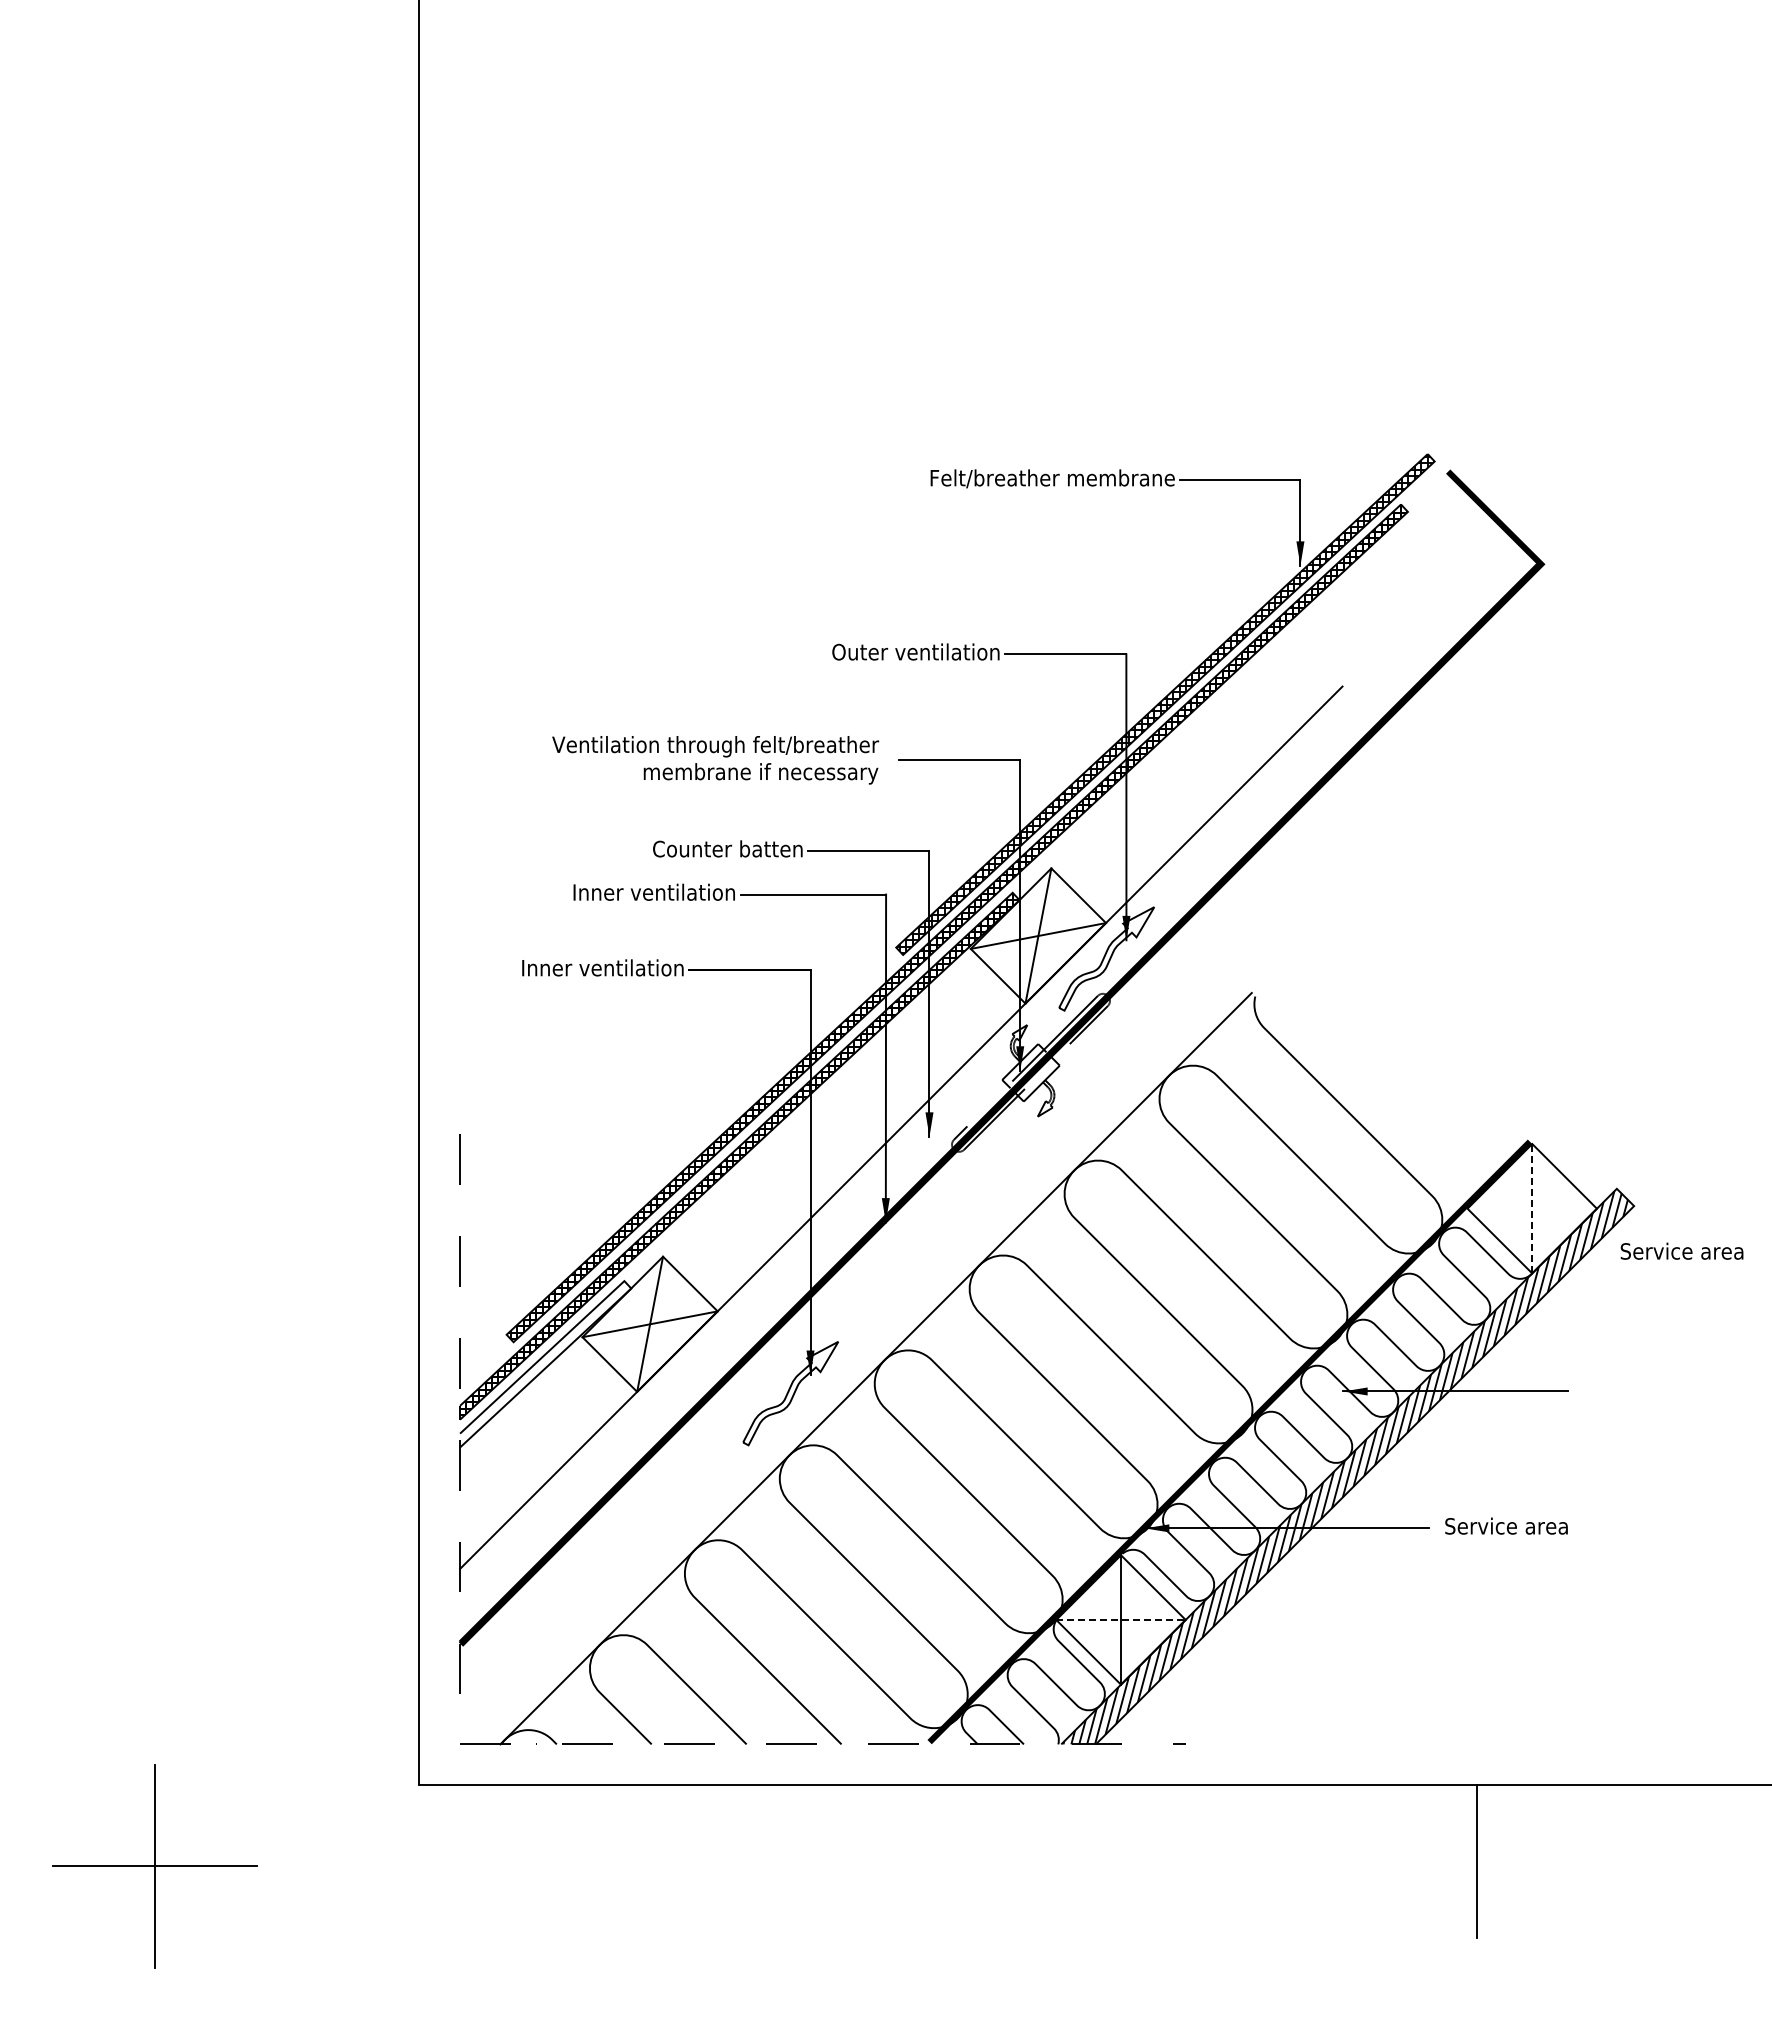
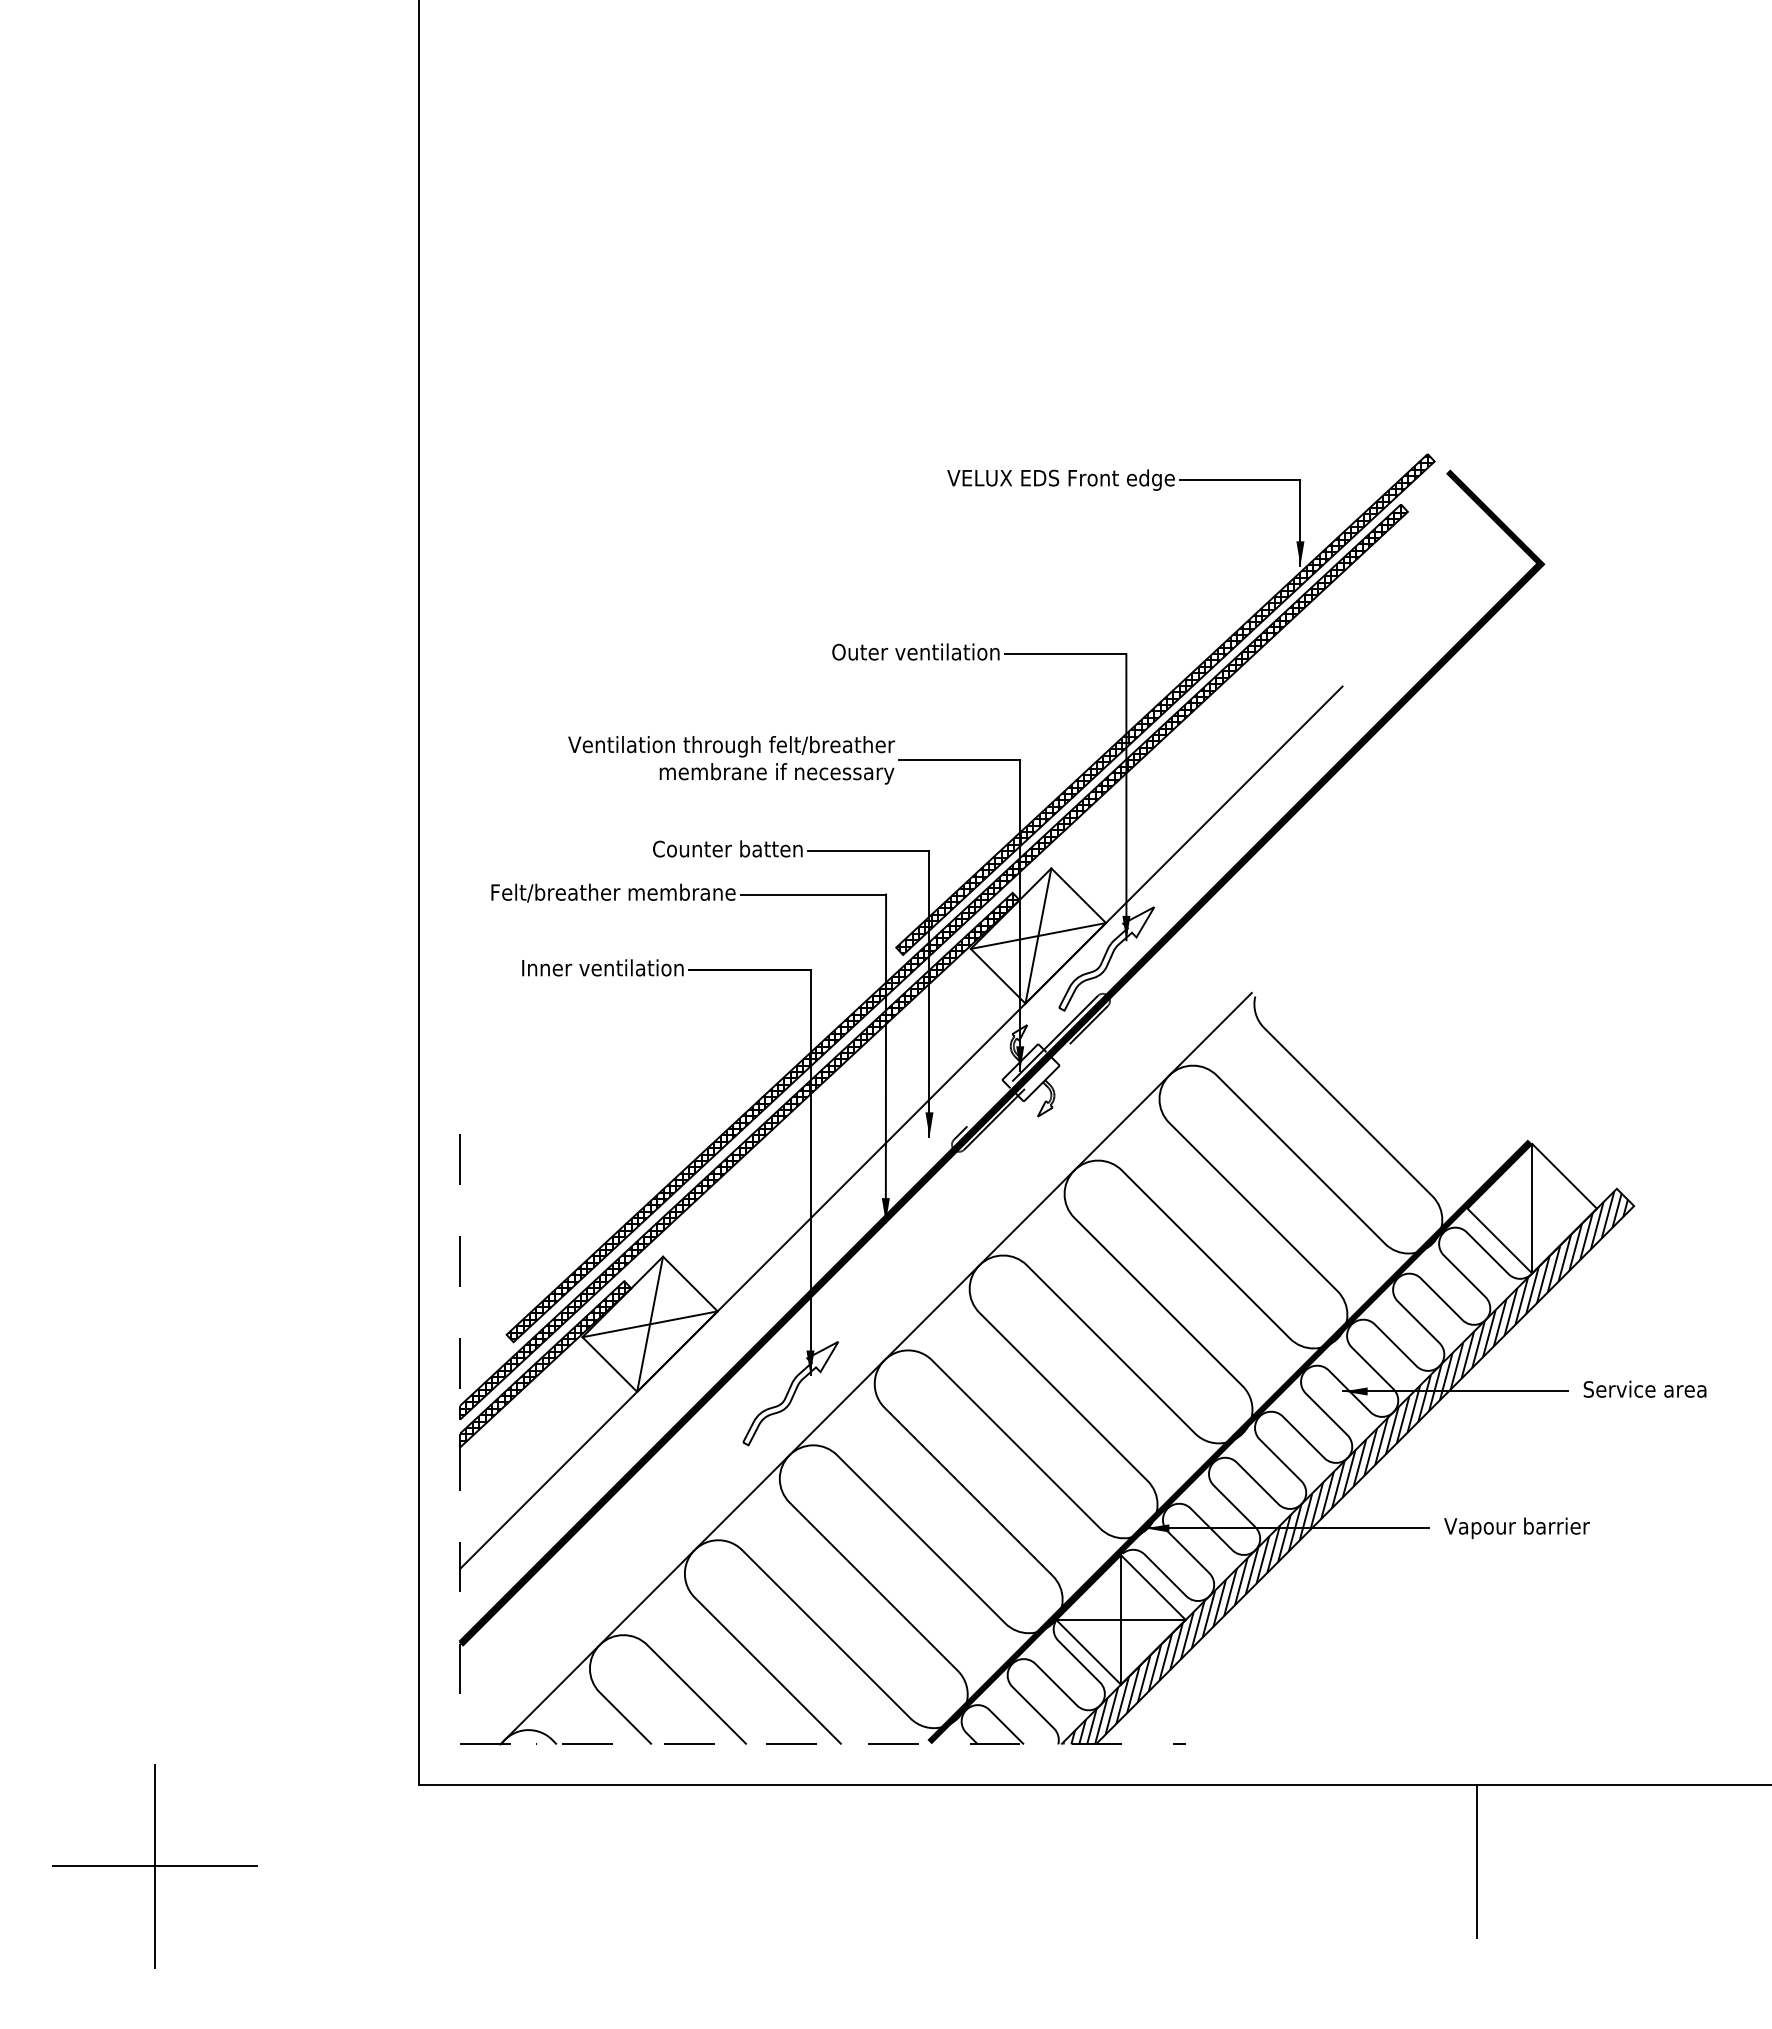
text at (1045, 479): Felt/breather membrane -> VELUX EDS Front edge
text at (715, 760) position: (715, 760) -> (731, 760)
text at (613, 892): Inner ventilation -> Felt/breather membrane
line at (1532, 1208): dashed -> solid
text at (1681, 1250) position: (1681, 1250) -> (1644, 1388)
hatch at (545, 1364): none -> present
text at (1516, 1528): Service area -> Vapour barrier
line at (1121, 1619): dashed -> solid
